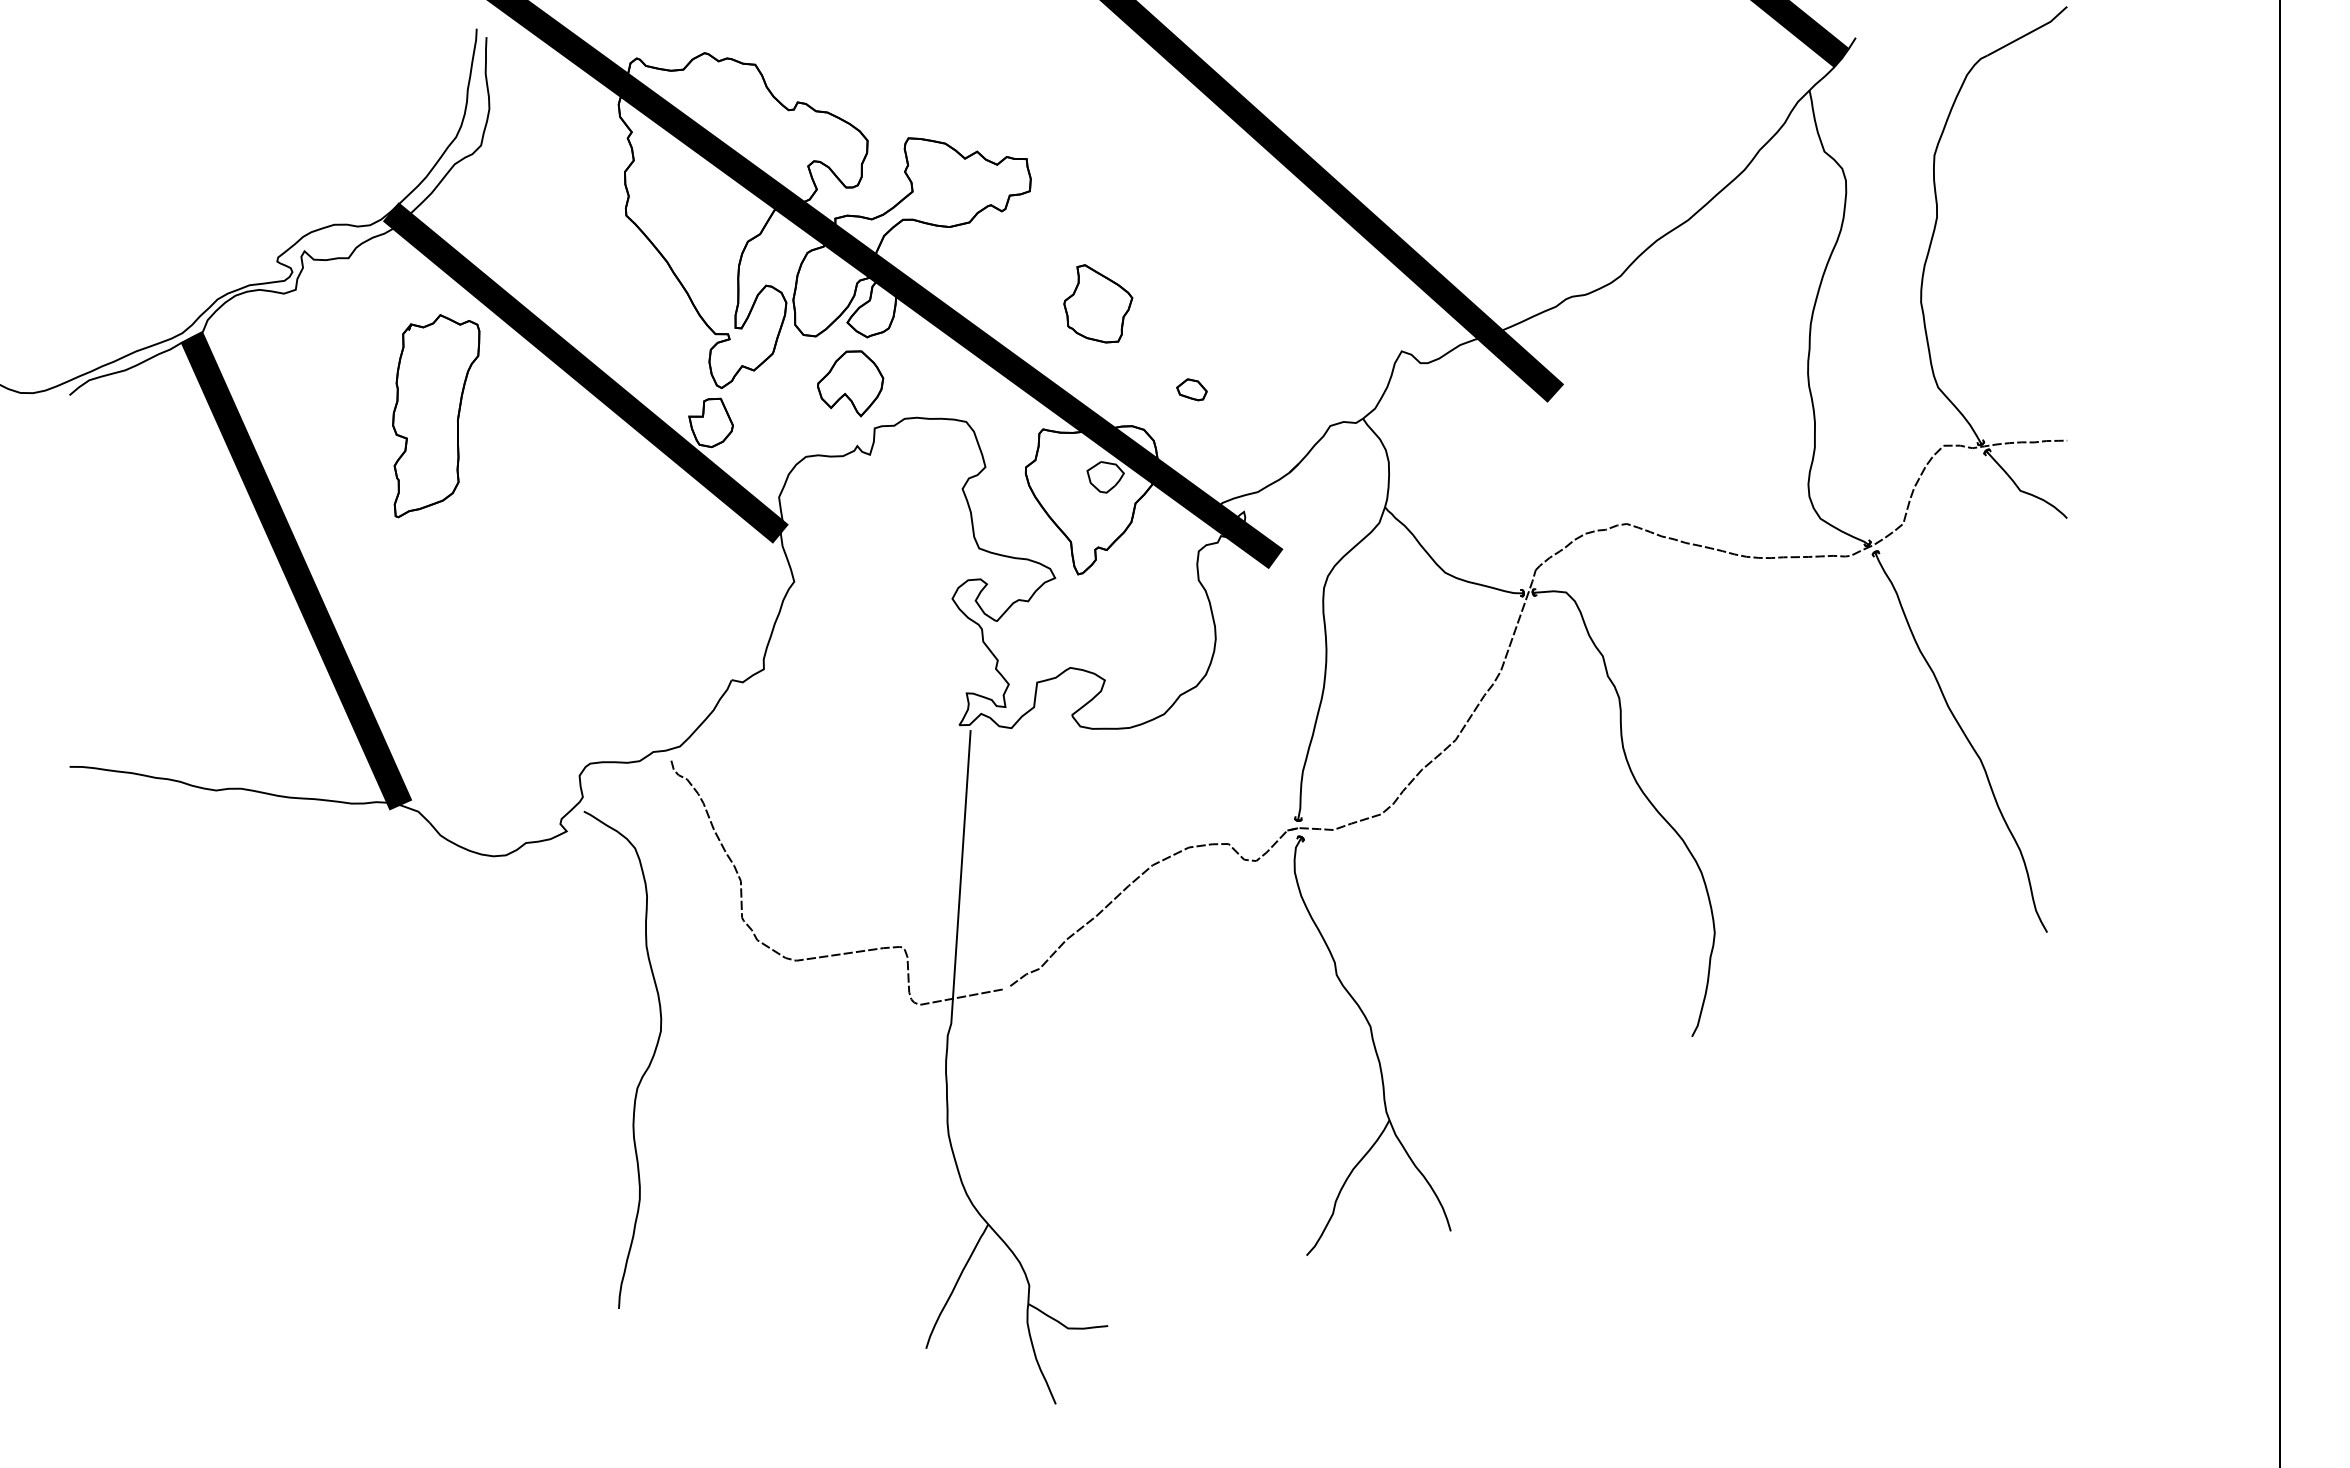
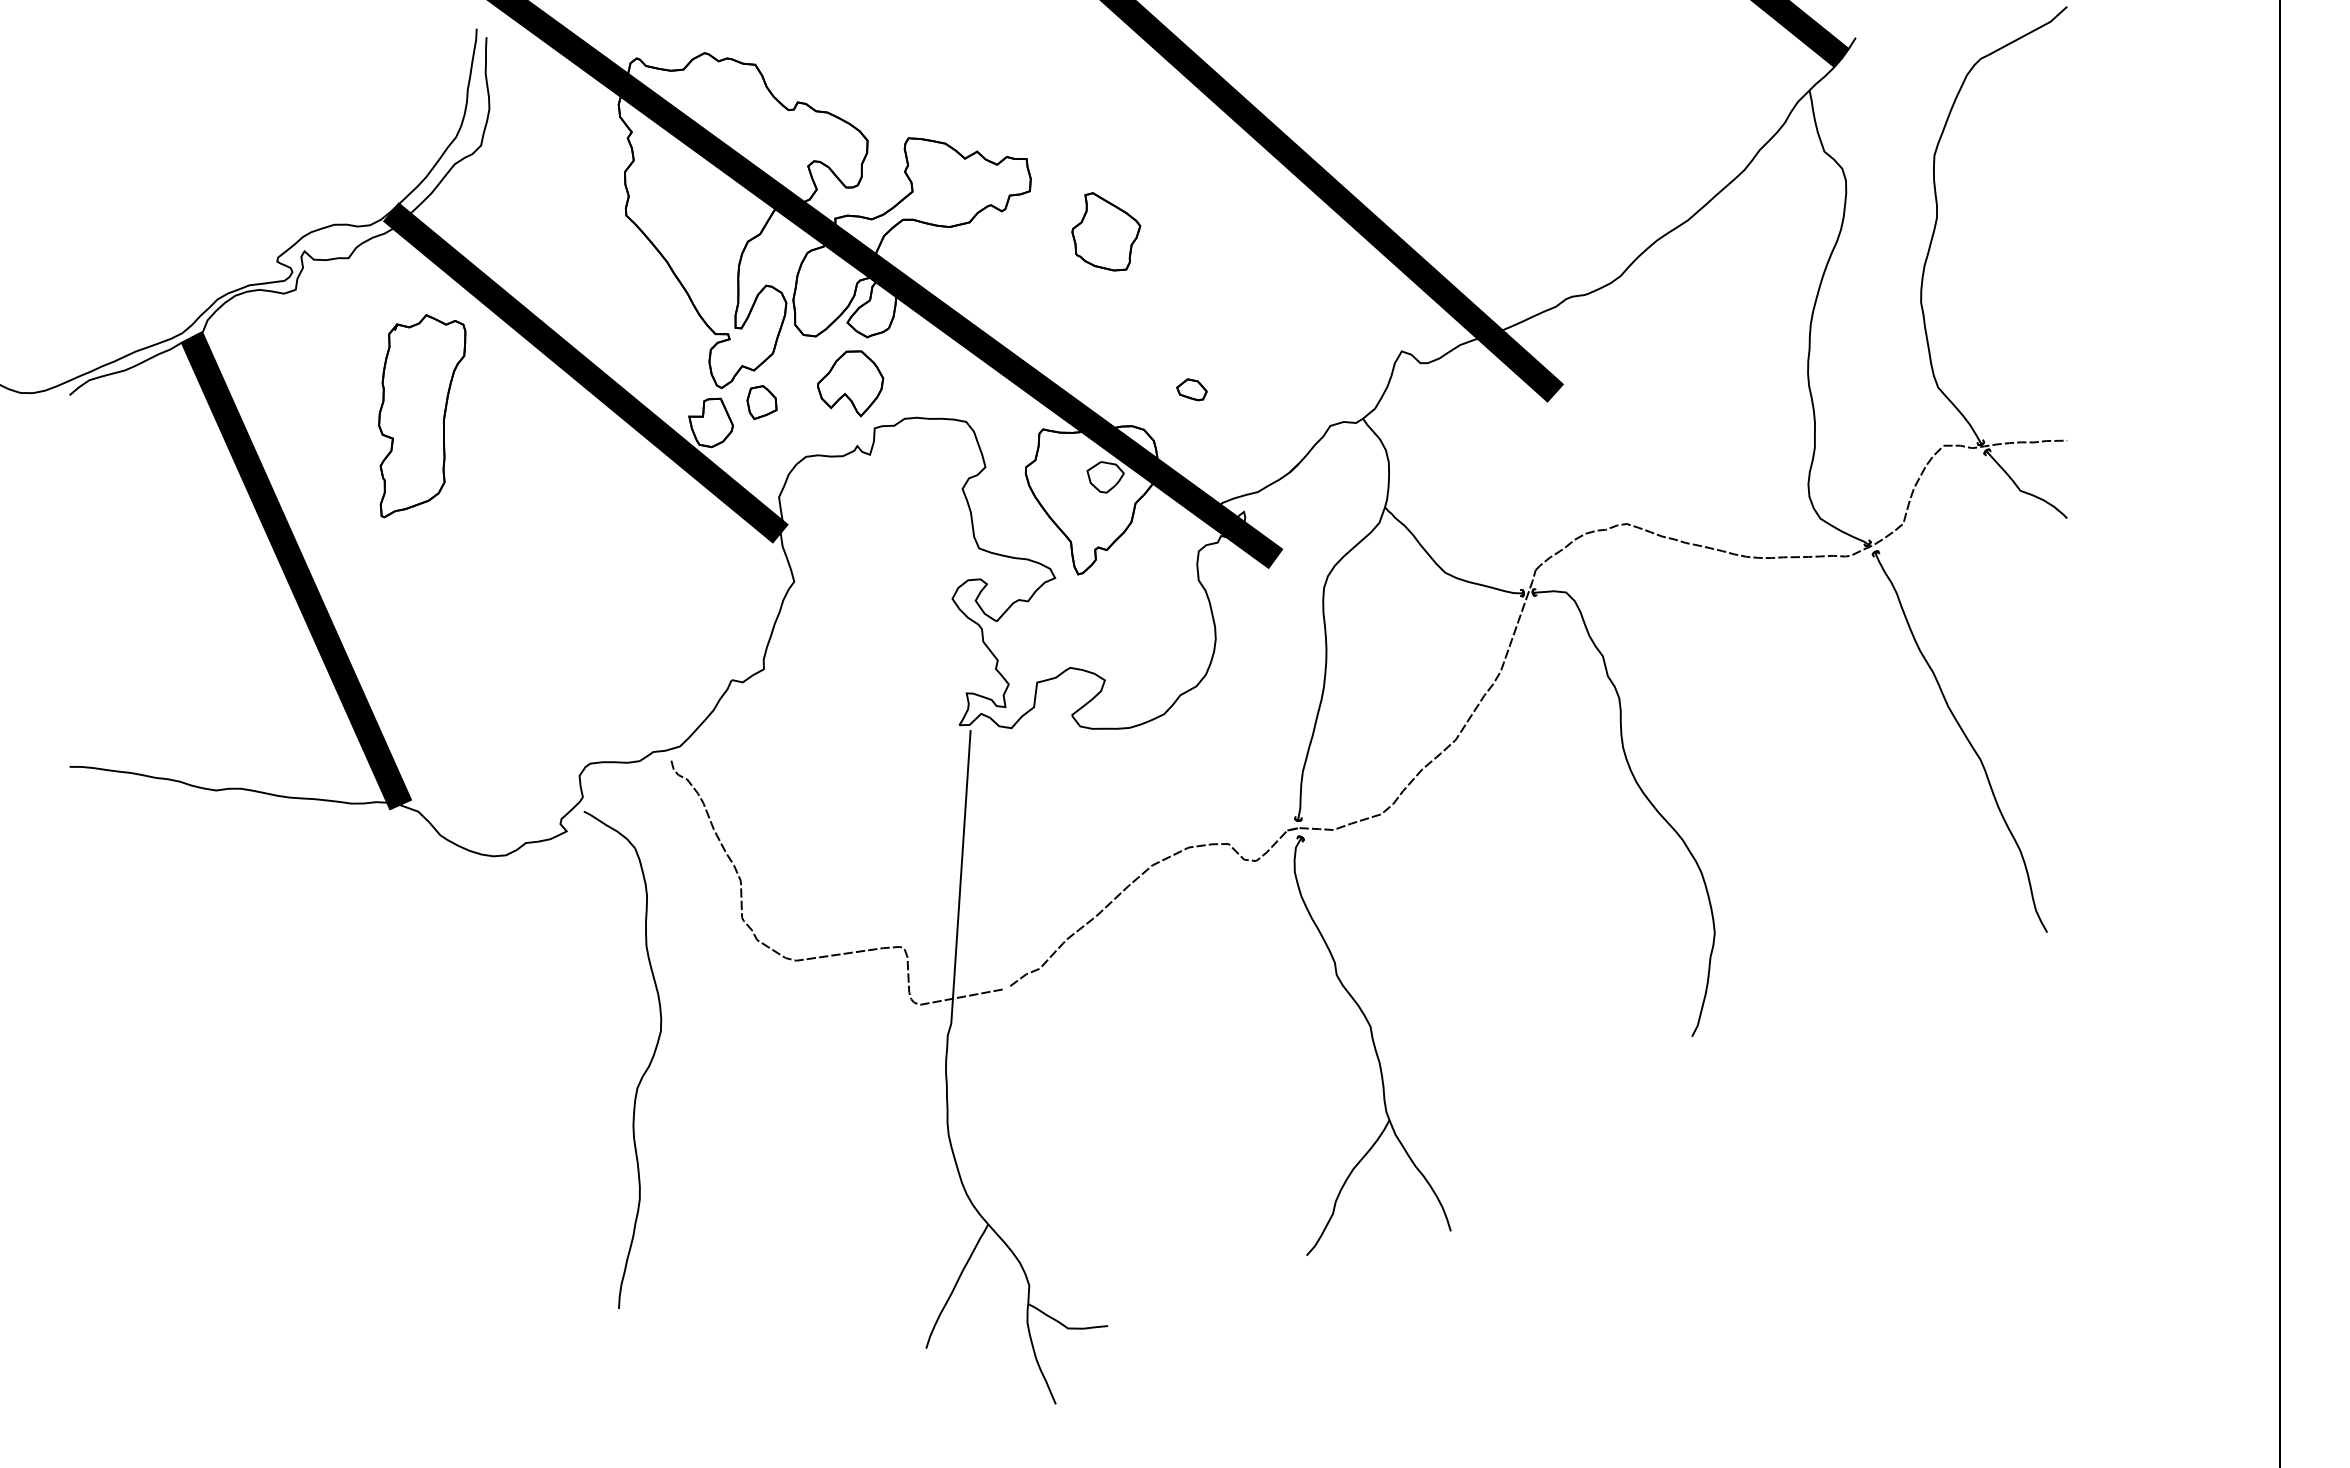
part at (1098, 303) position: (1098, 303) -> (1106, 231)
part at (761, 402): none -> present
part at (436, 416) position: (436, 416) -> (422, 416)
